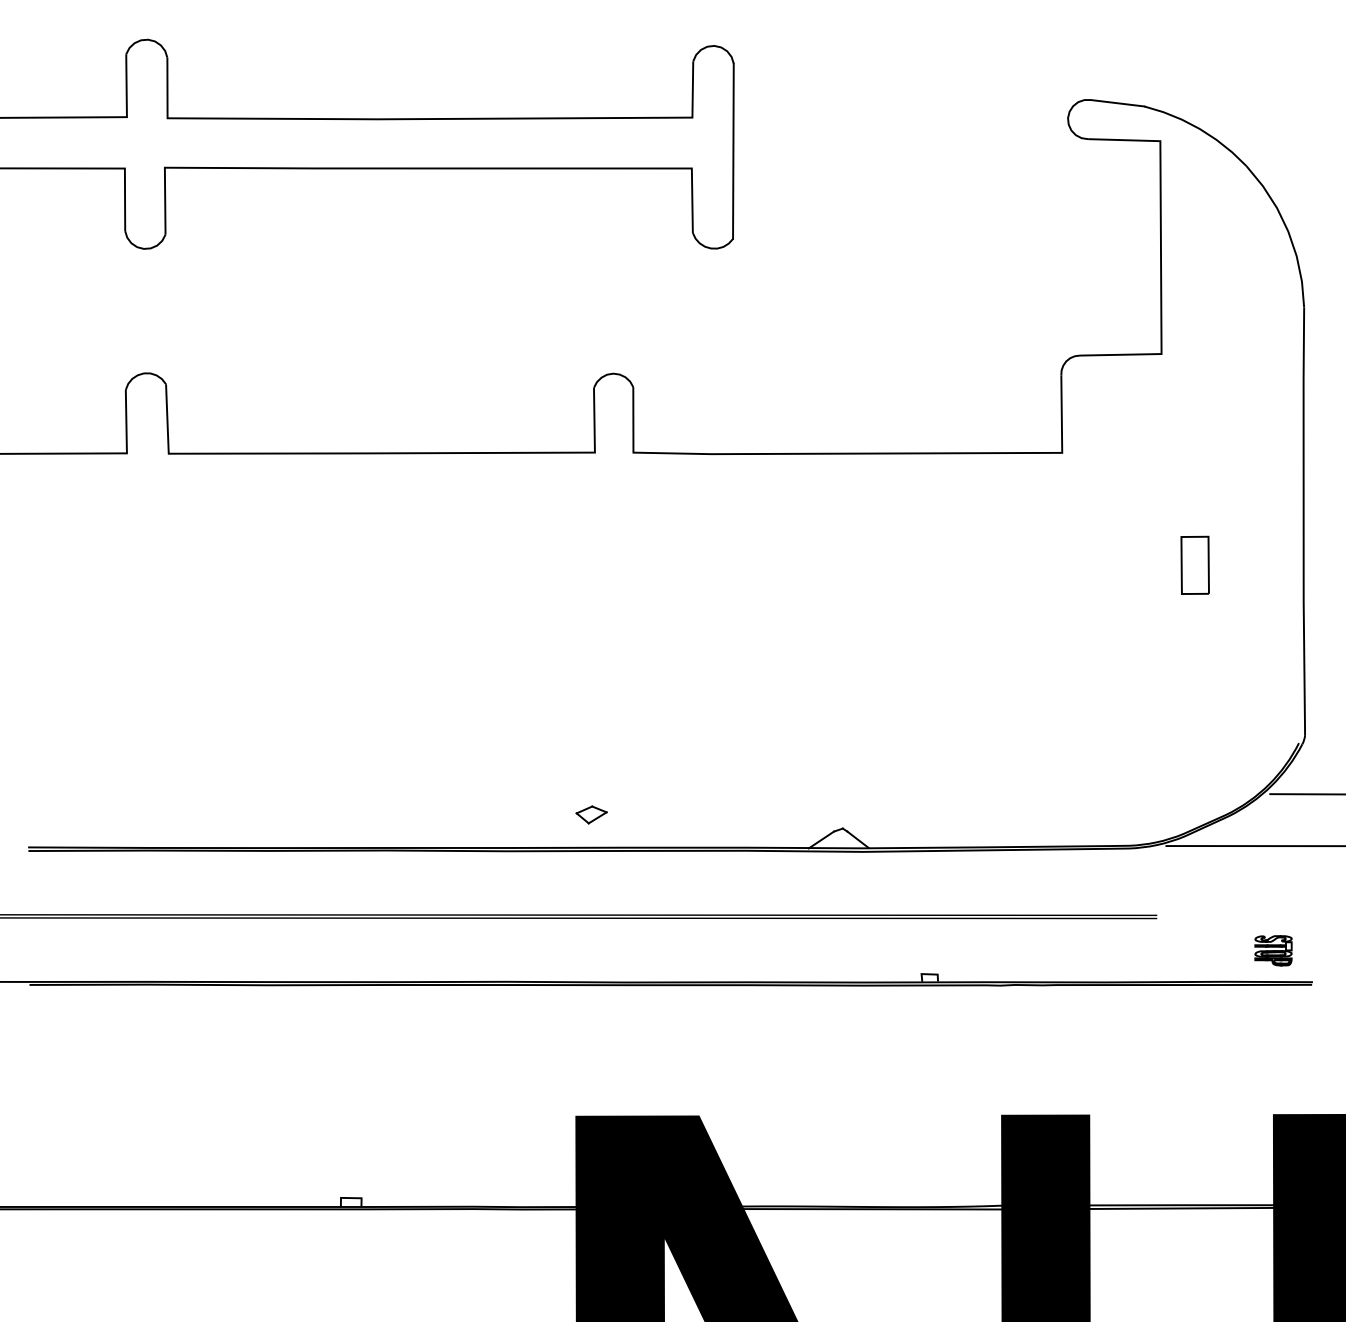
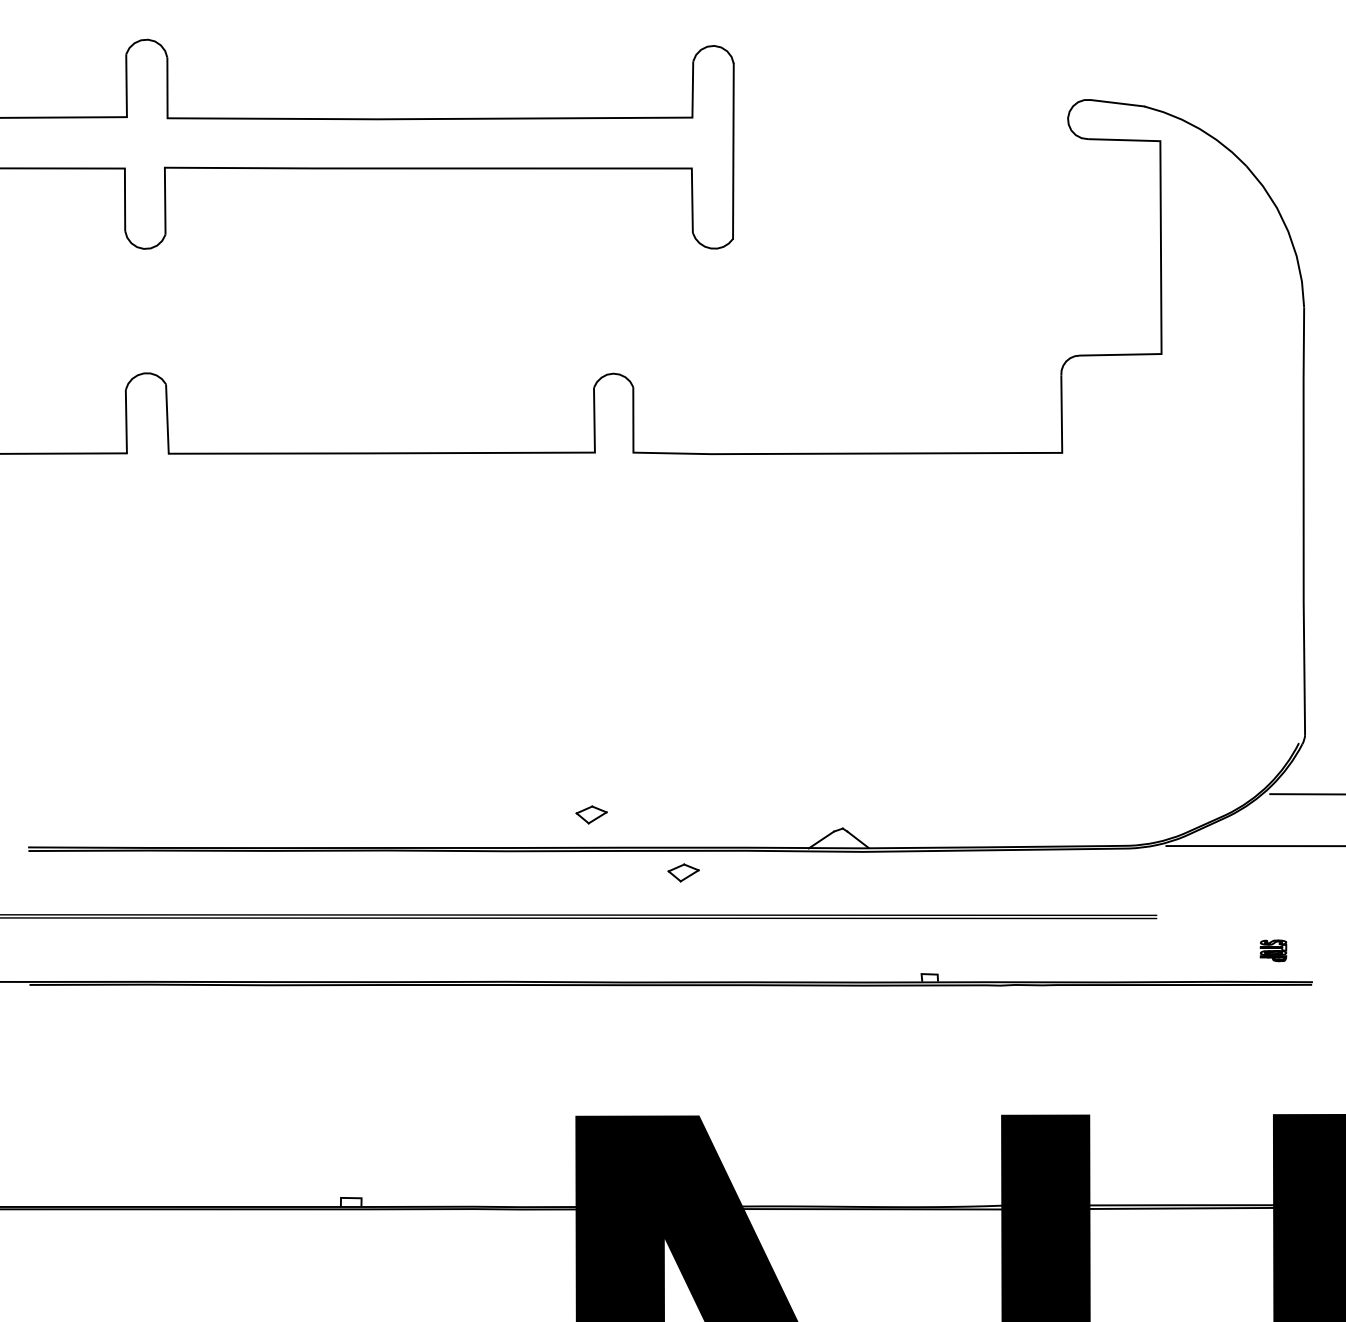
part at (1194, 564): present -> none
part at (683, 872): none -> present
part at (1273, 950) size: 39x32 px -> 29x24 px
